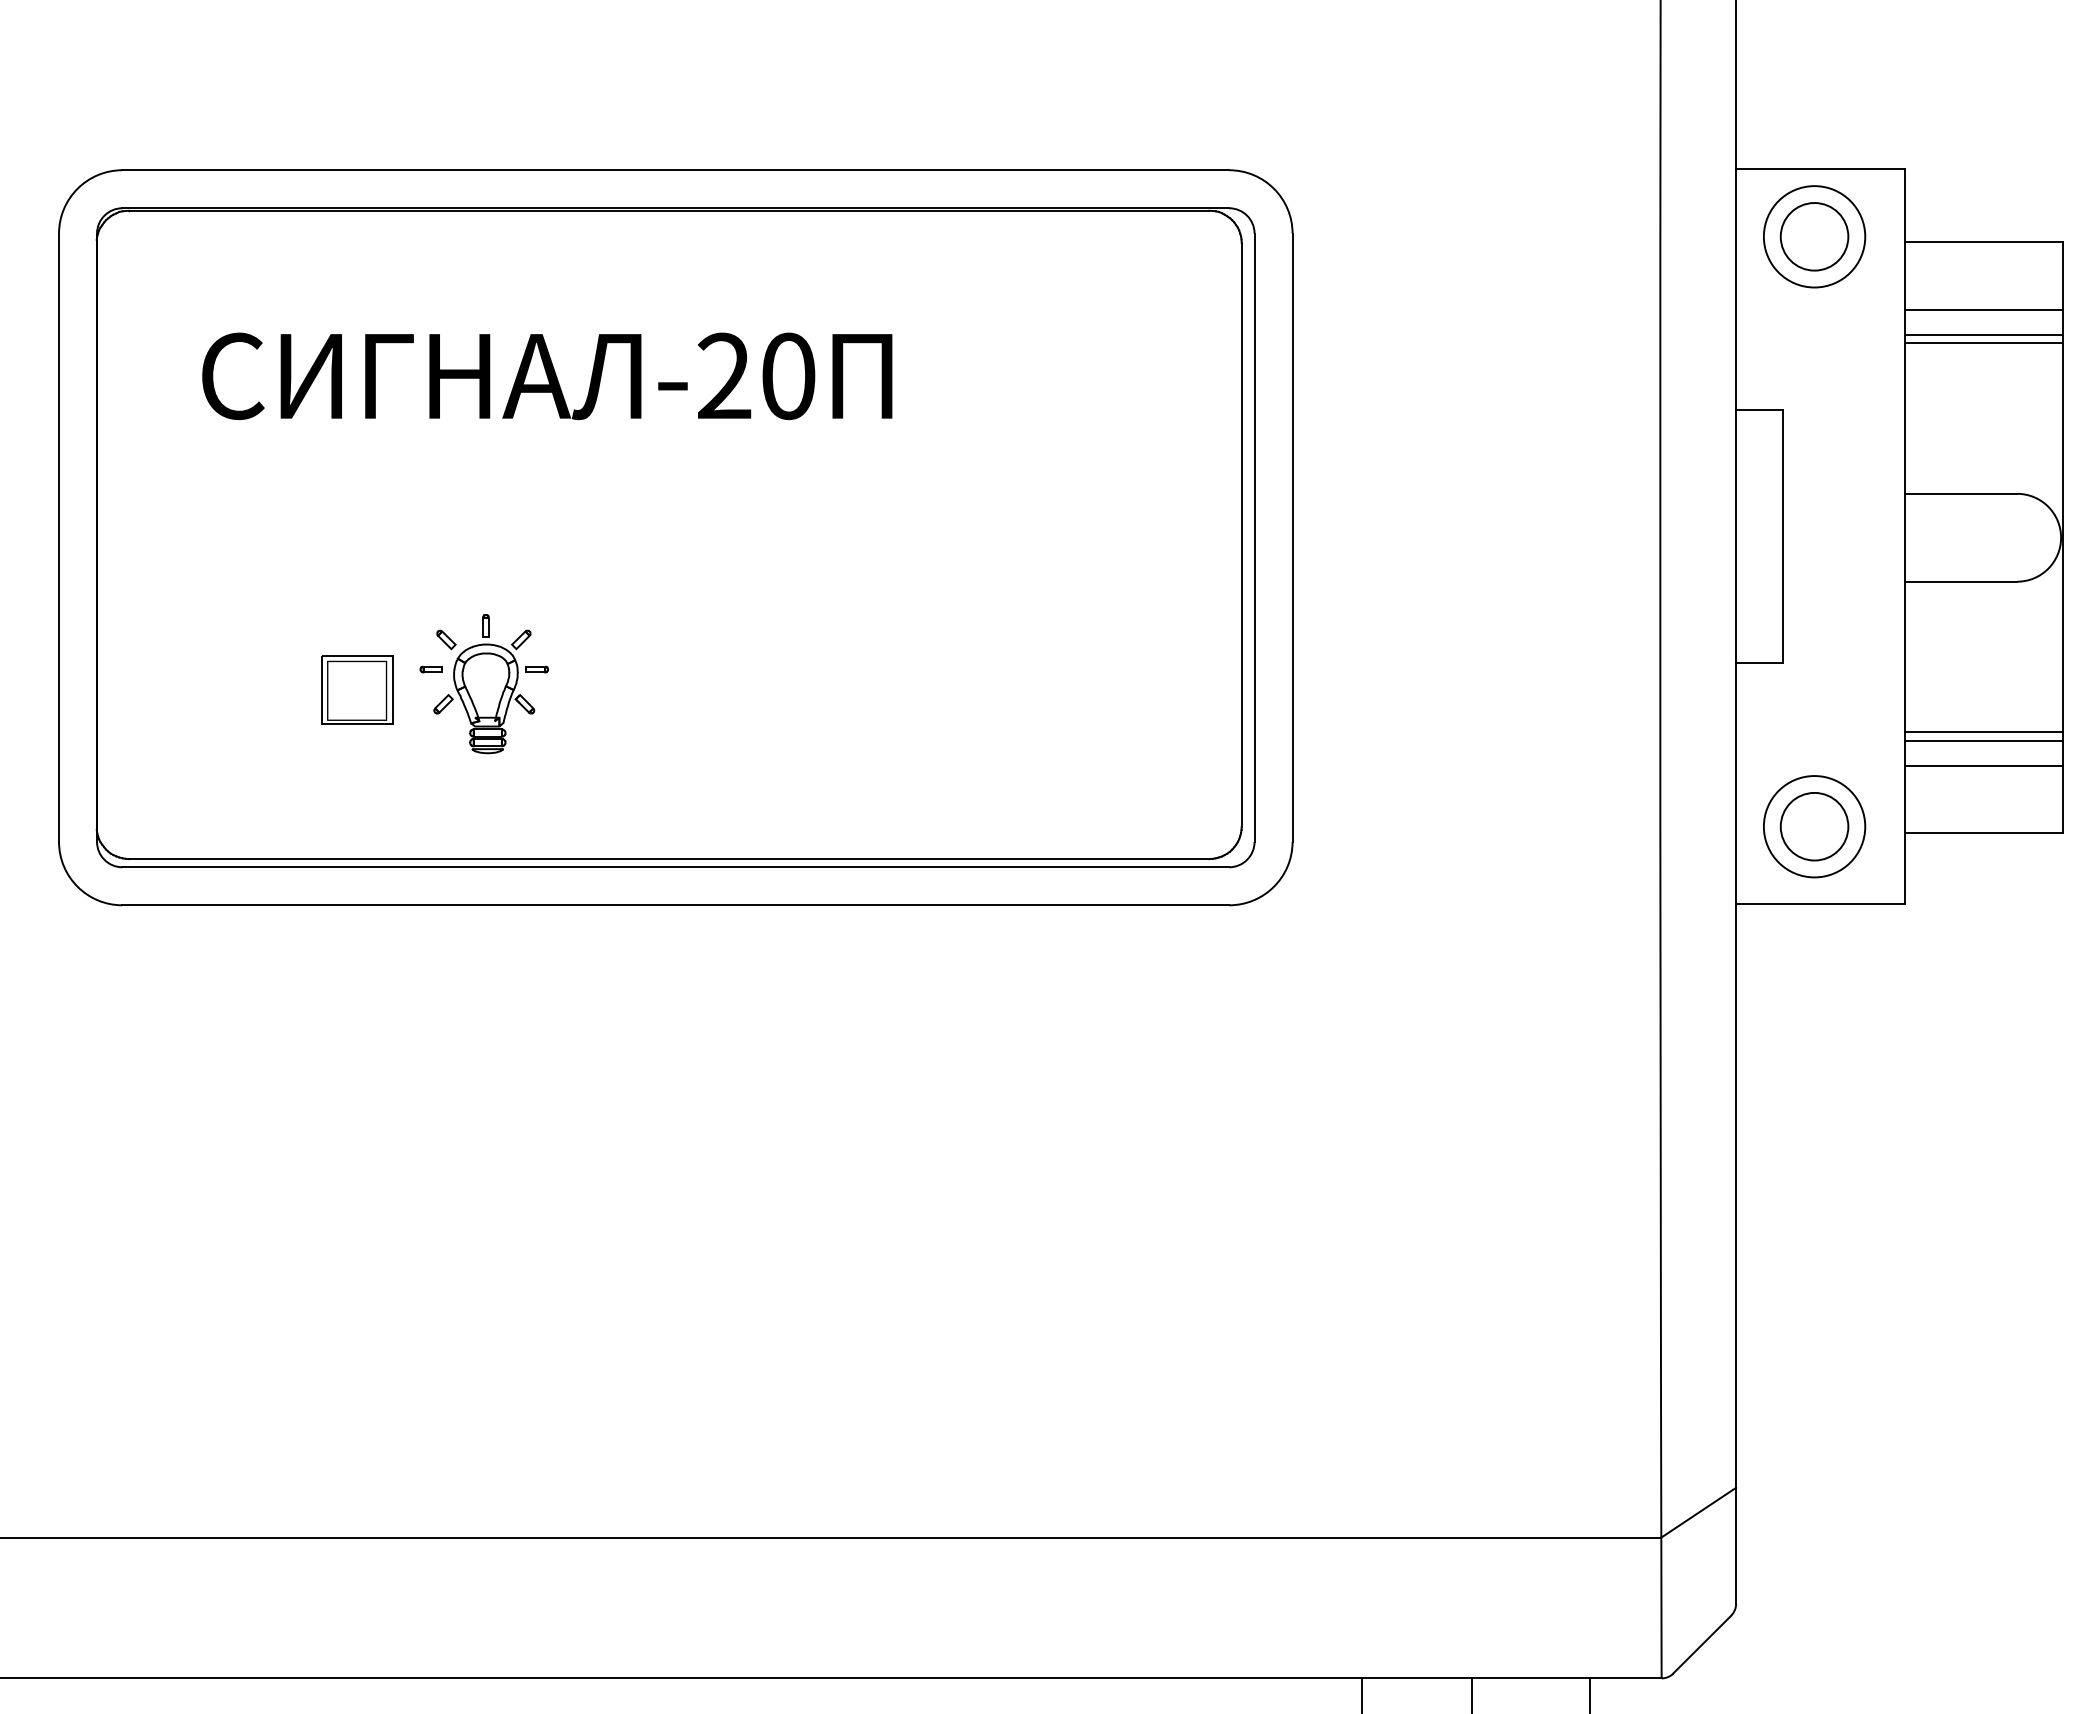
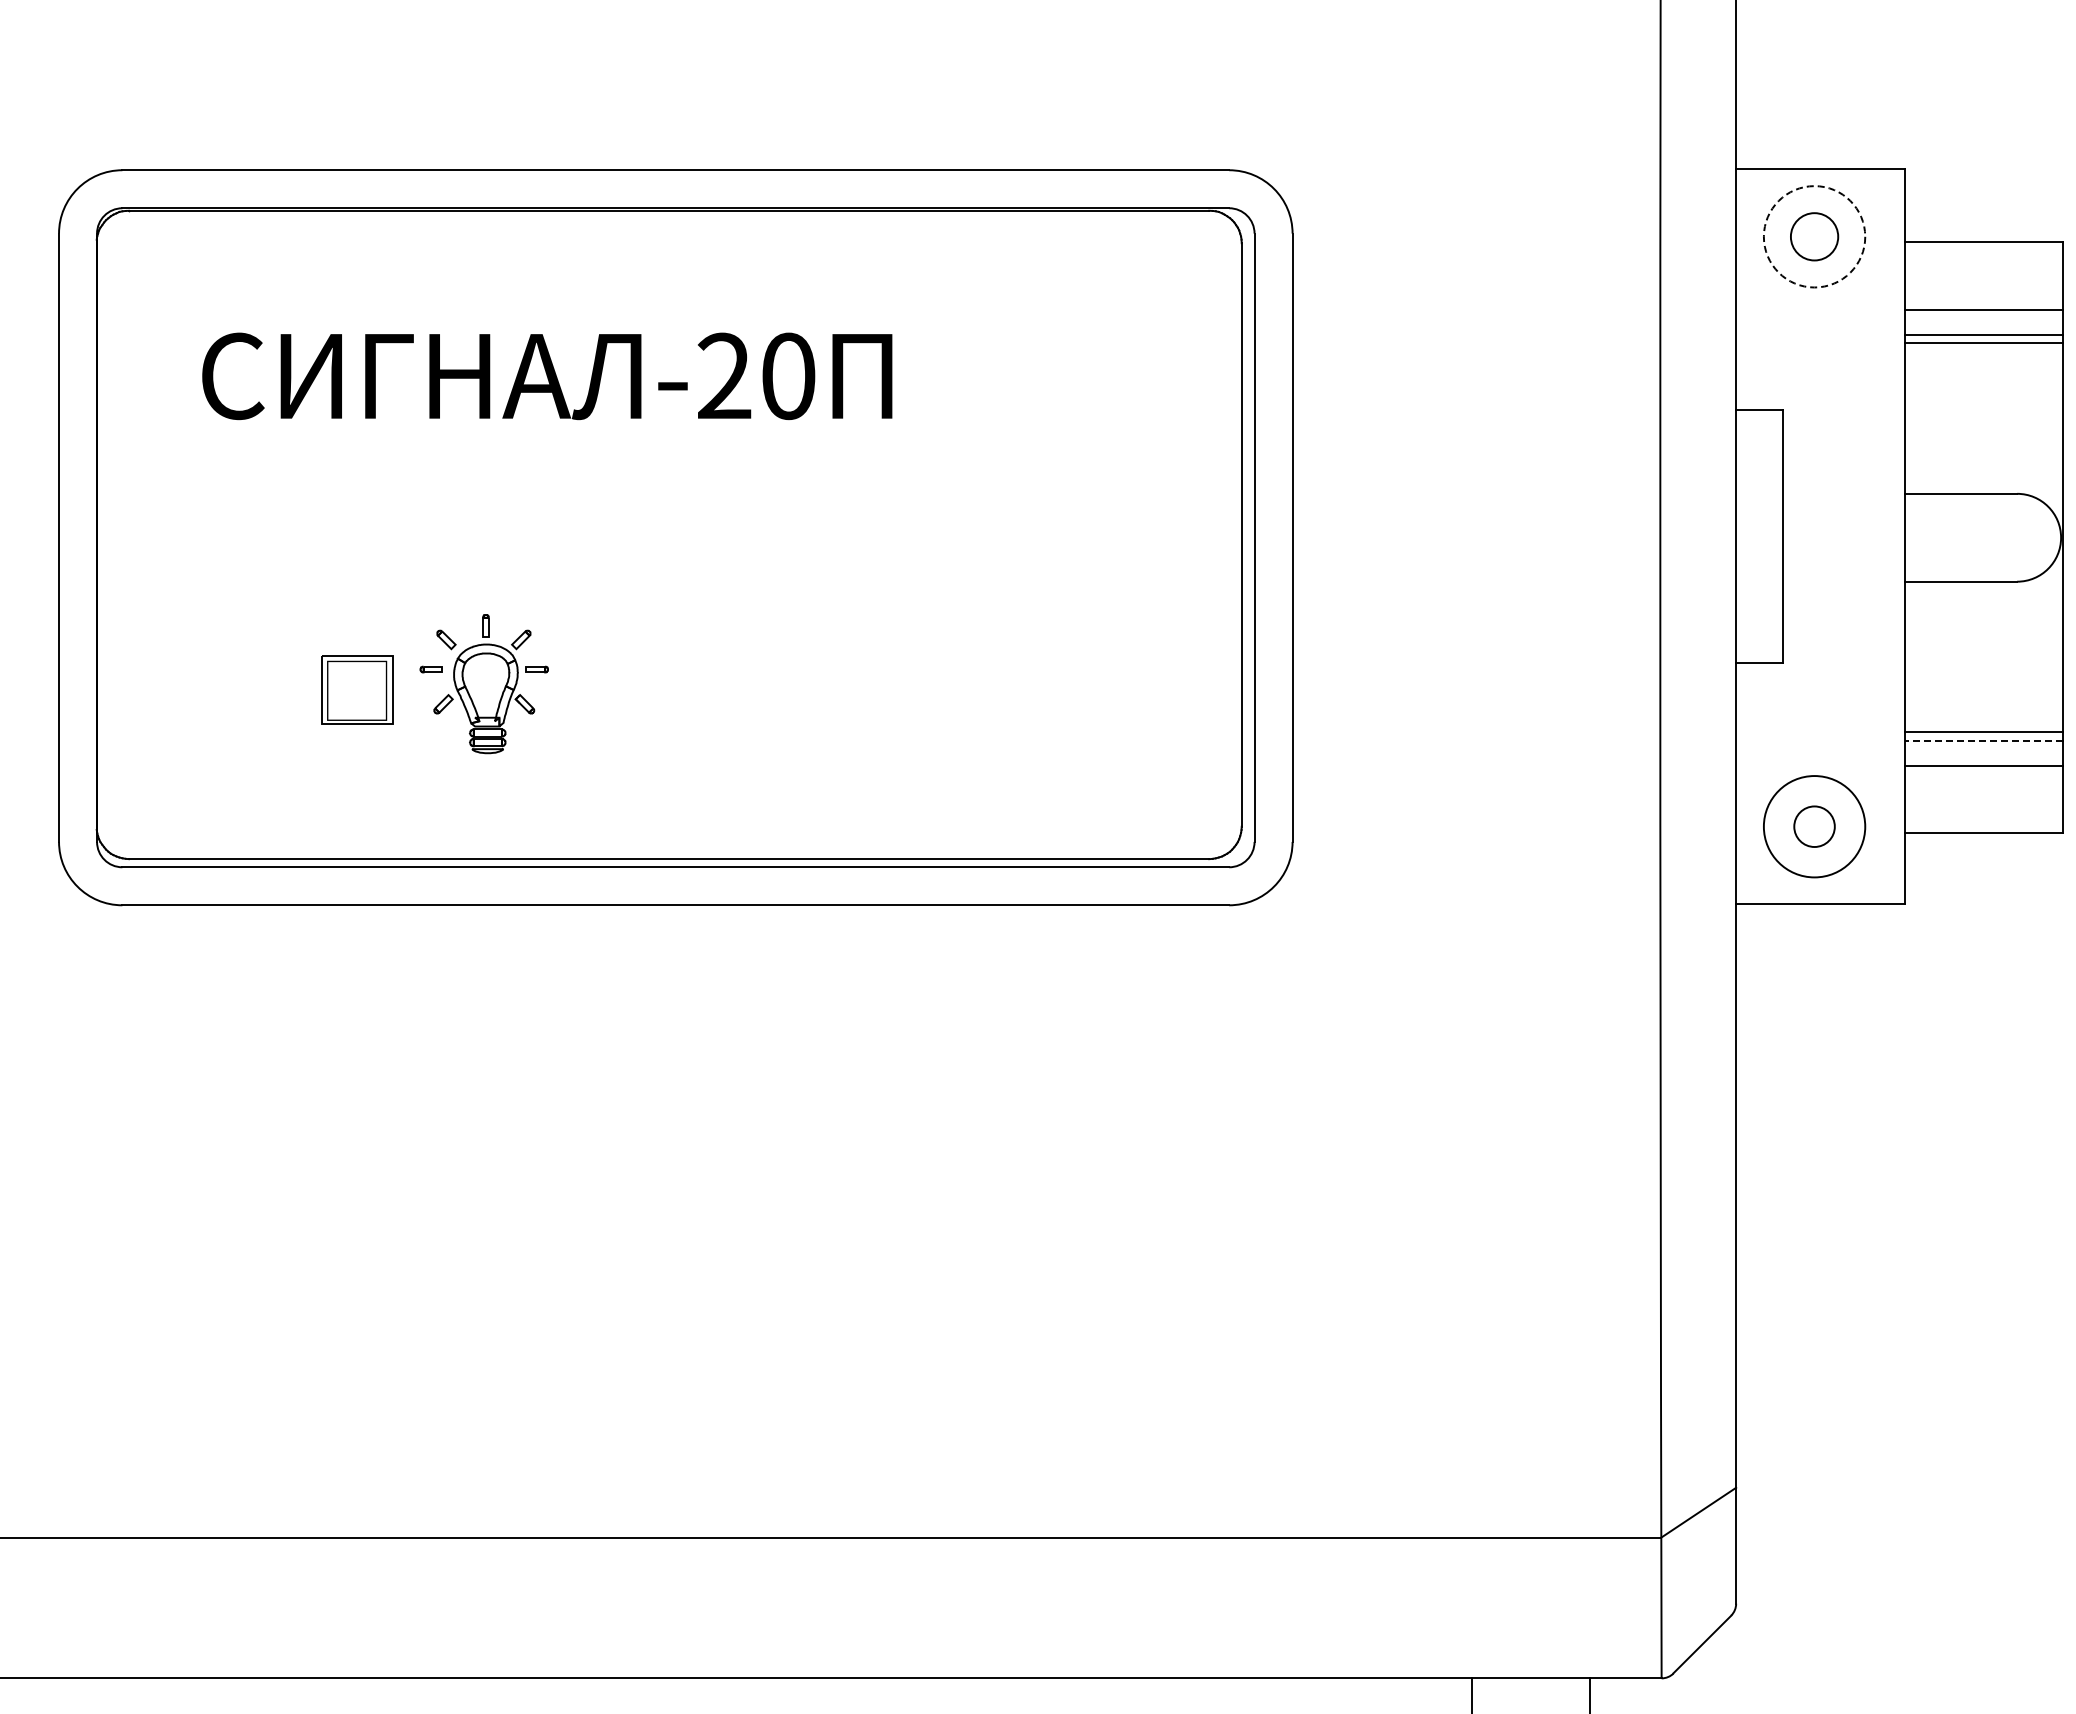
circle at (1814, 236) diameter: 68 px -> 47 px
circle at (1814, 236): solid -> dashed
line at (1983, 740): solid -> dashed
circle at (1814, 826) diameter: 68 px -> 41 px
line at (1361, 1694): present -> none
